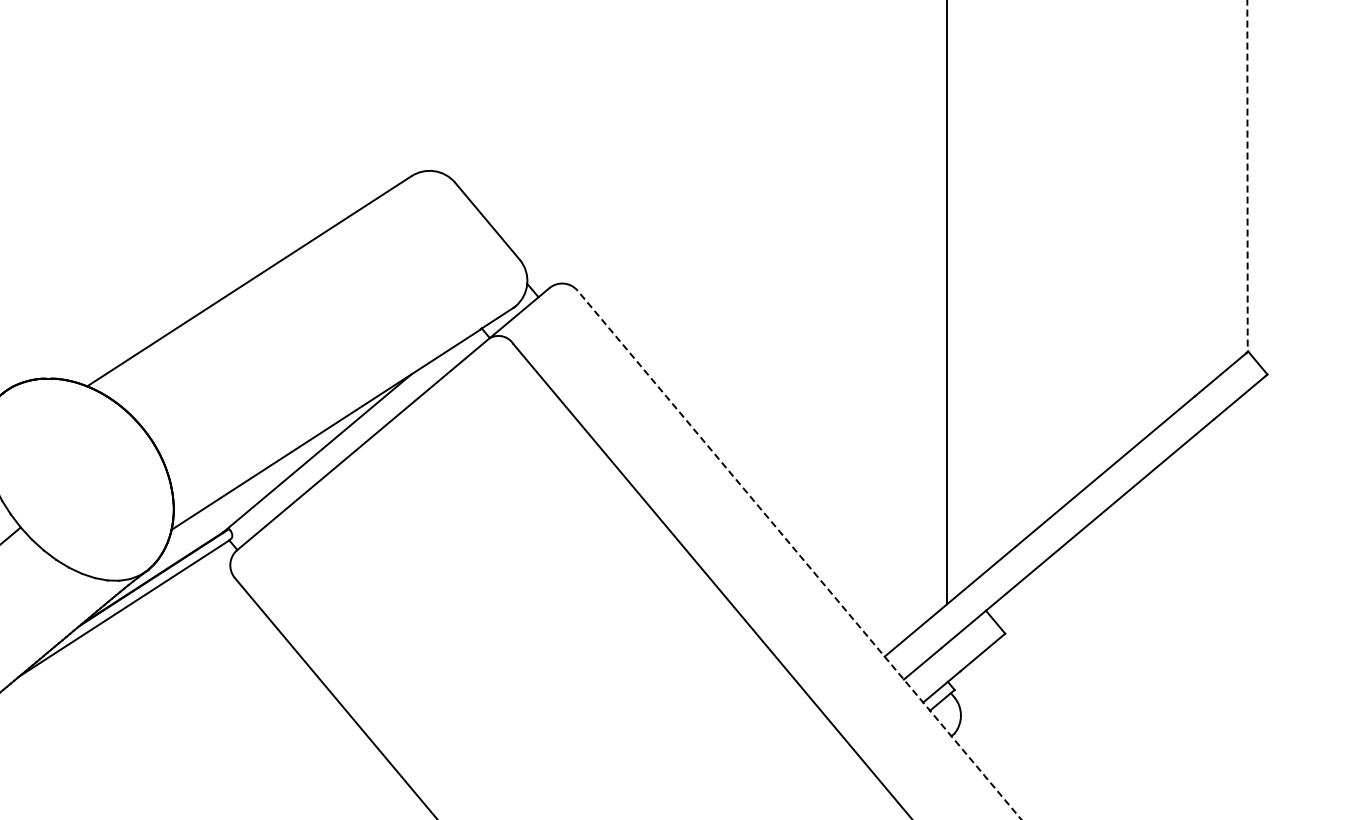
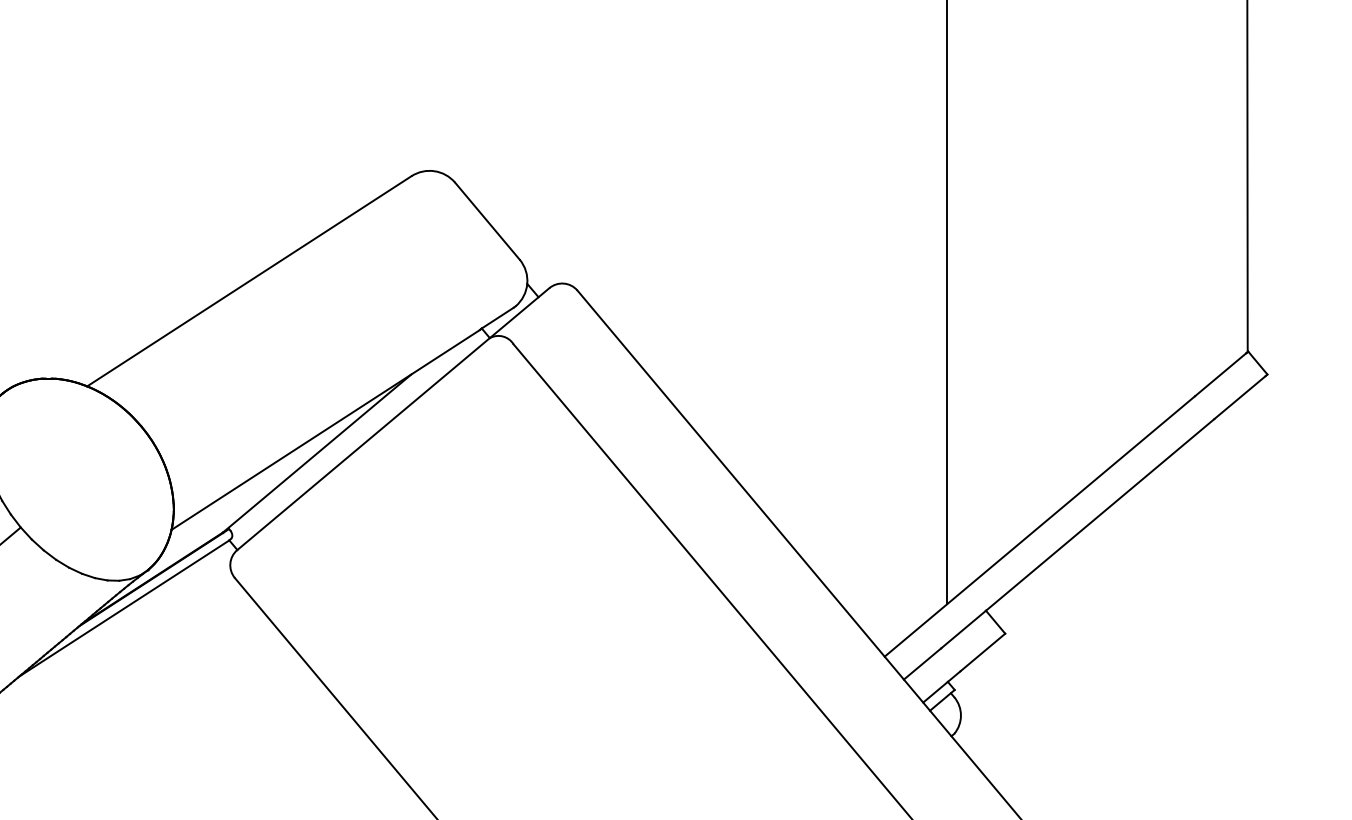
line at (1247, 176): dashed -> solid
line at (799, 554): dashed -> solid
